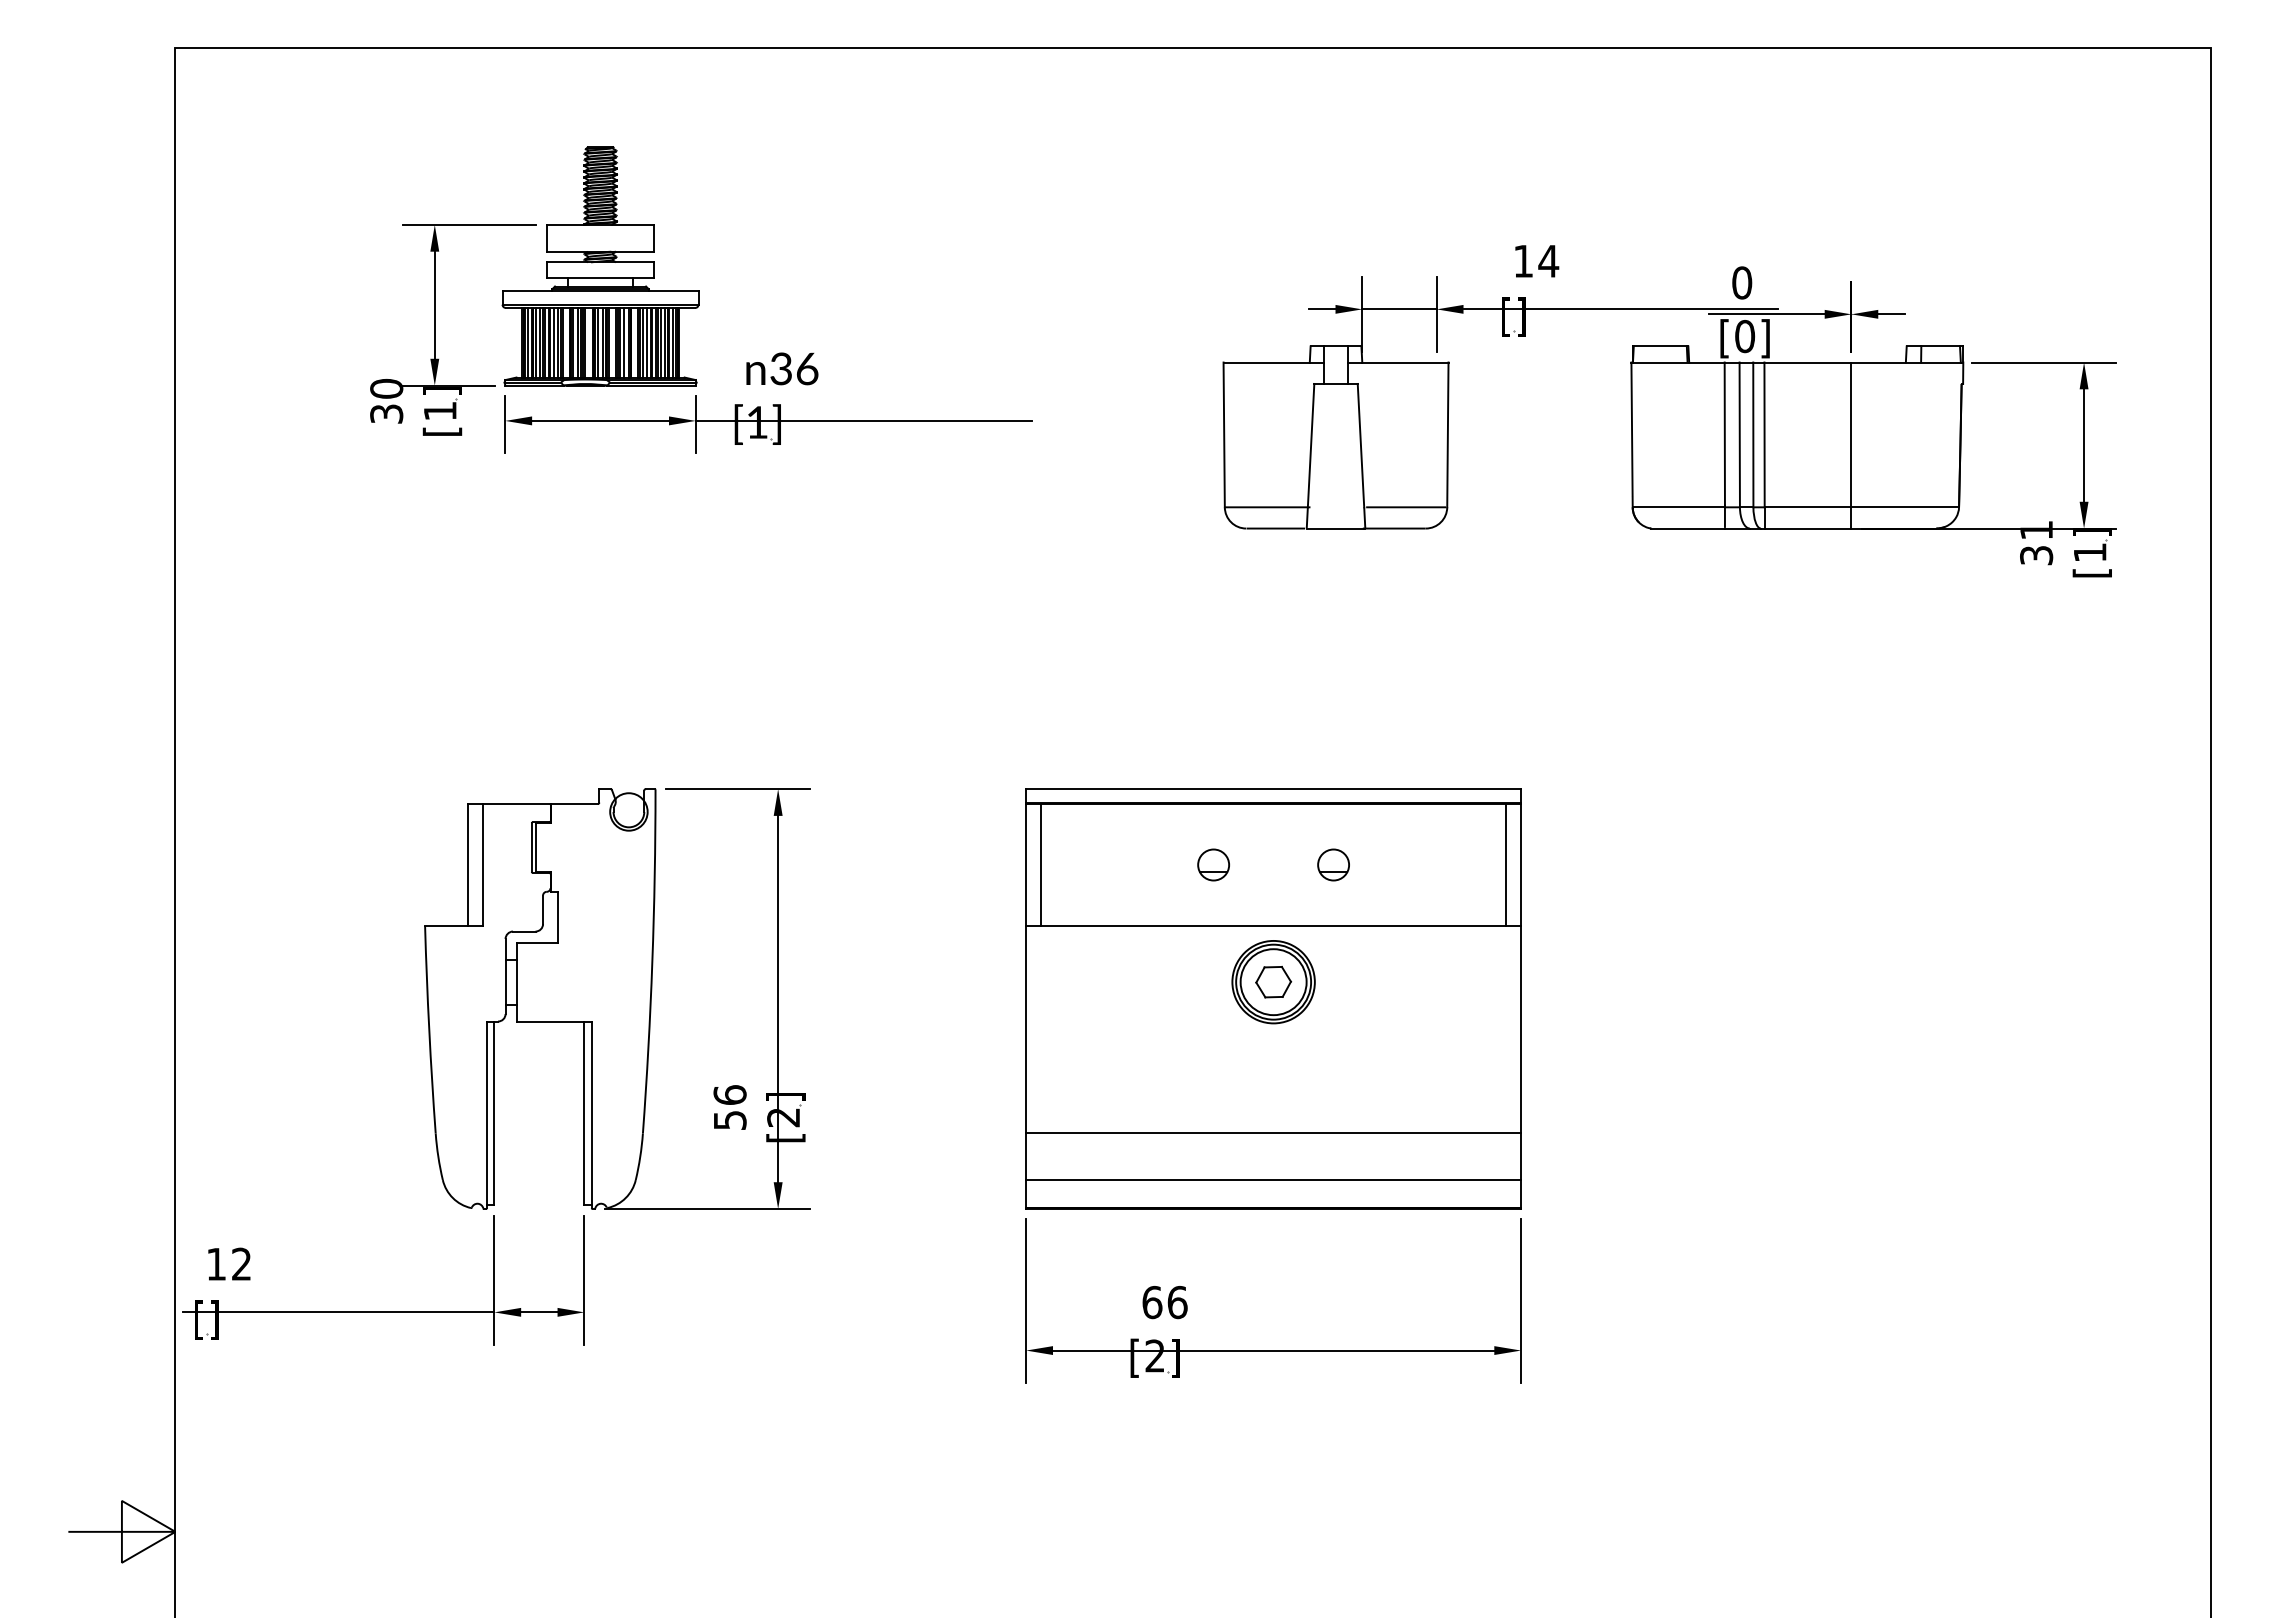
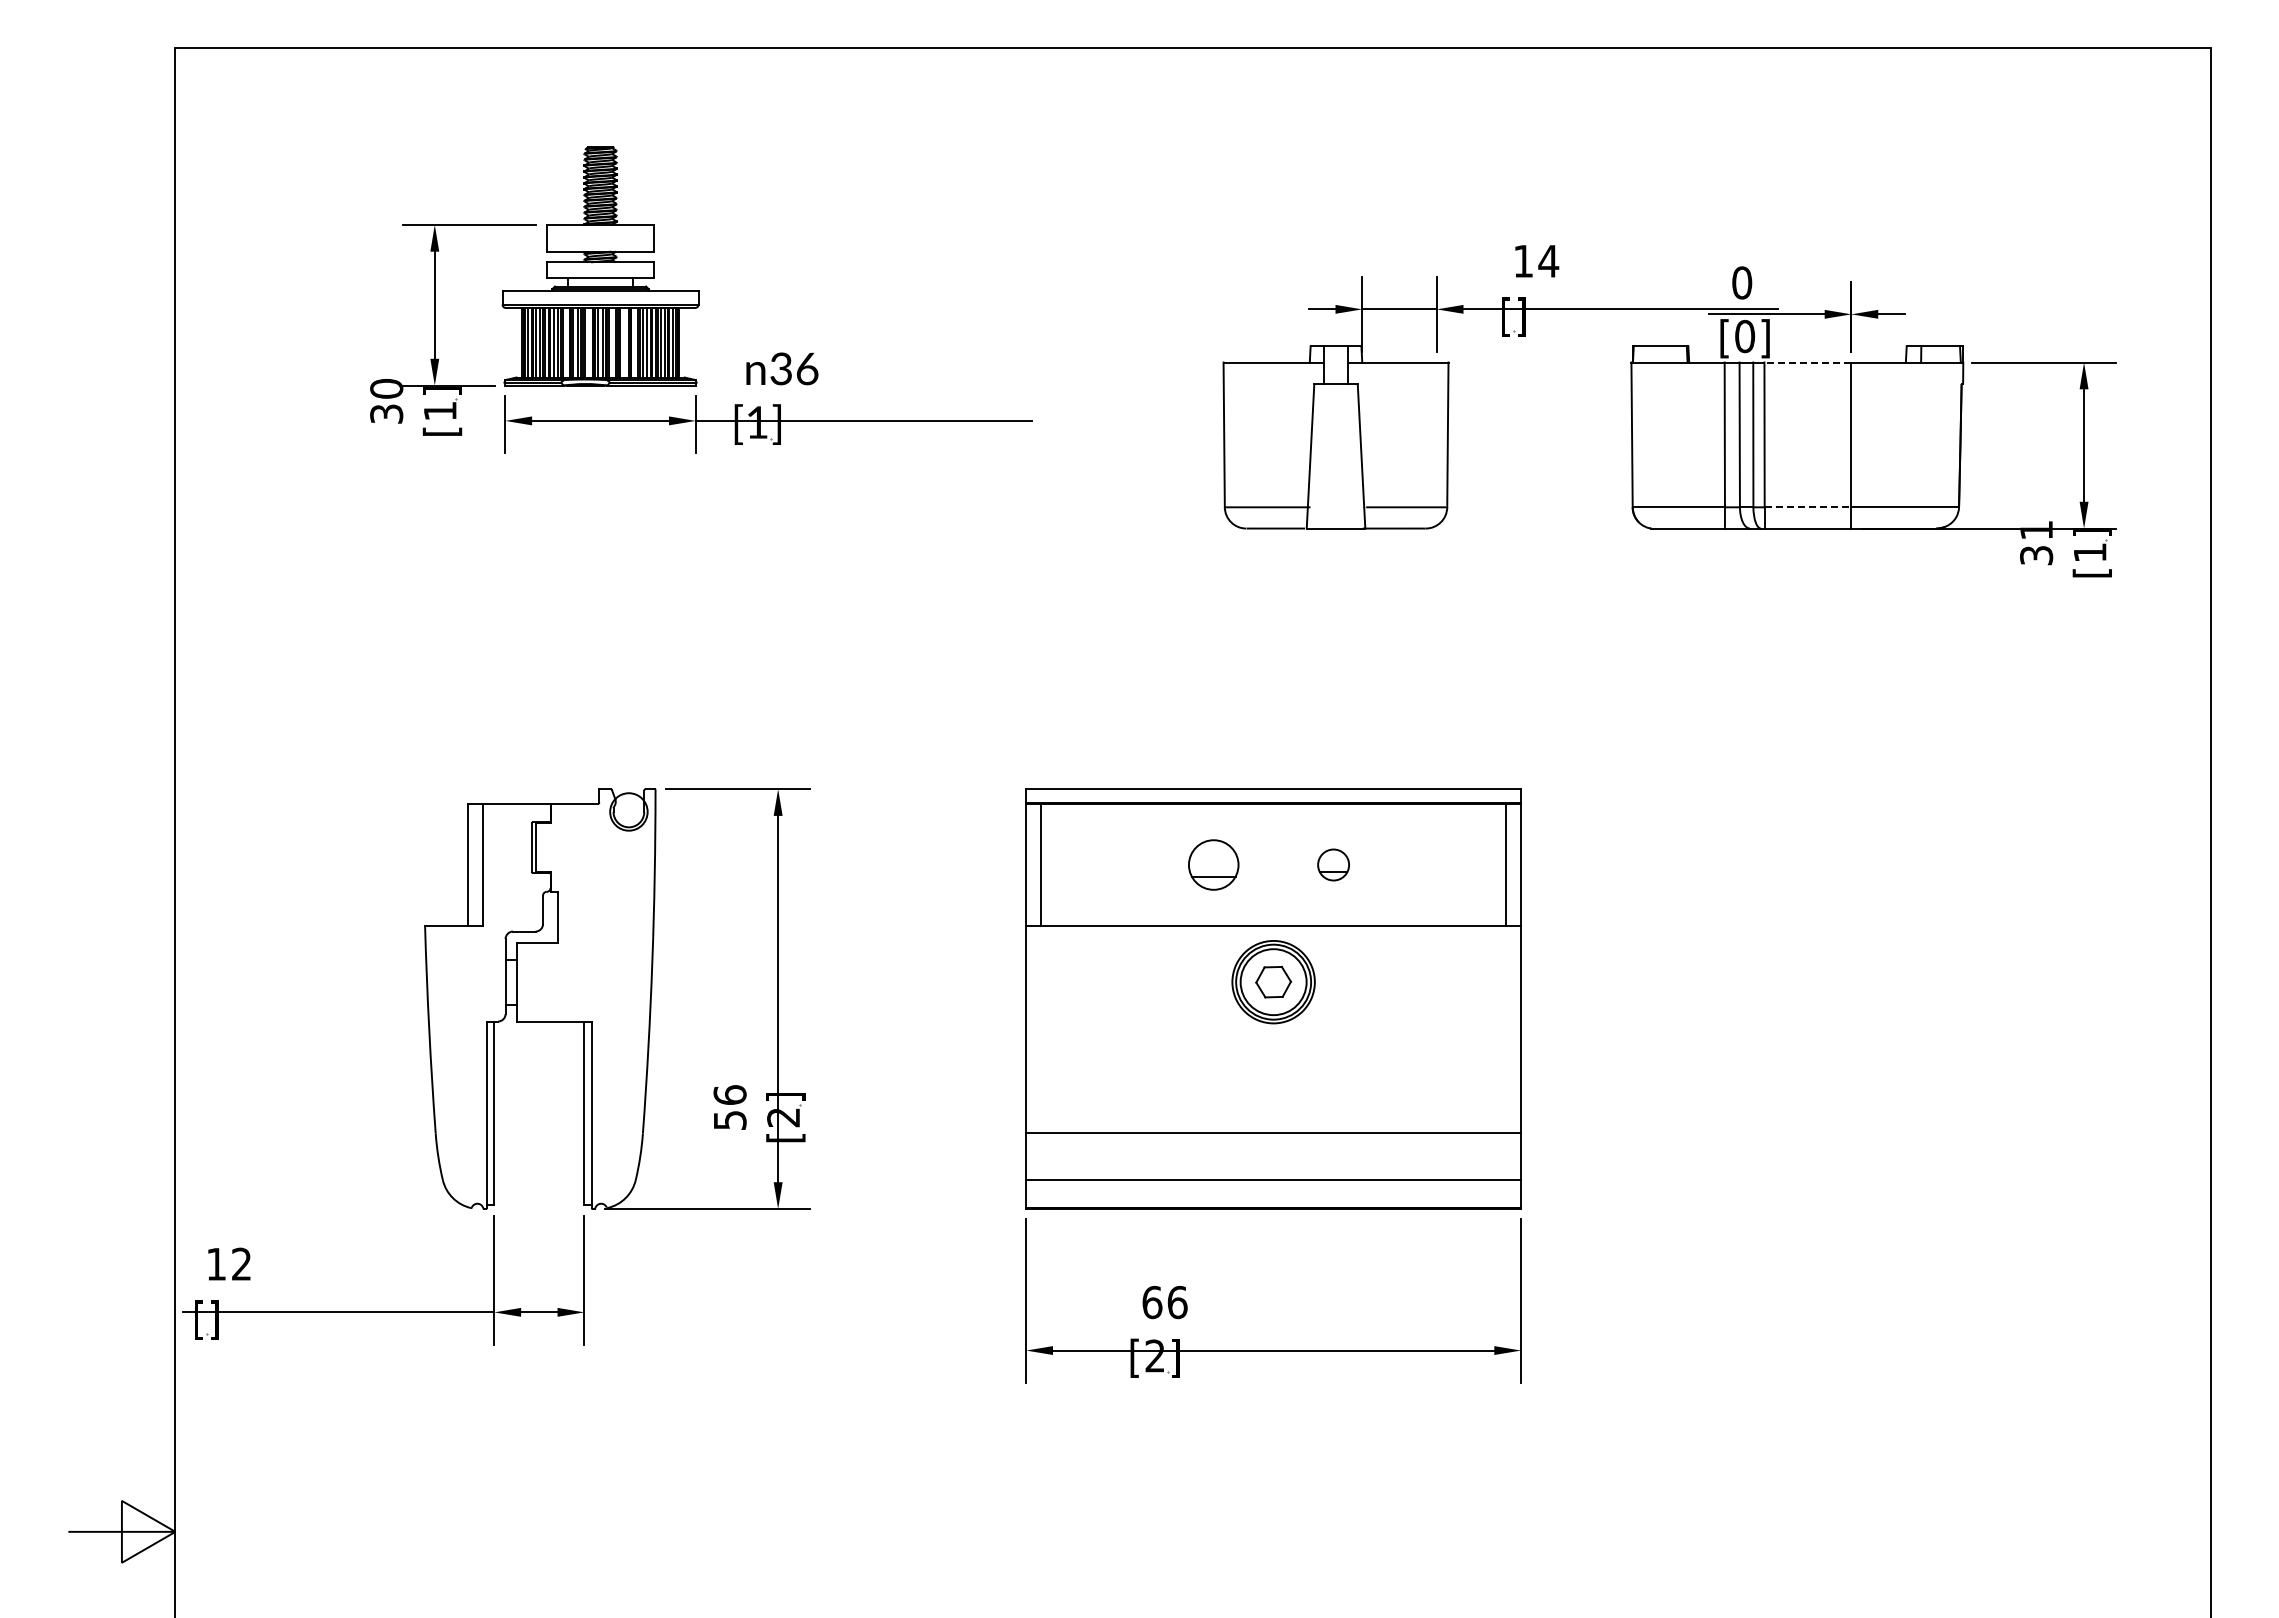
line at (623, 342): present -> none
line at (1807, 362): solid -> dashed
line at (1808, 507): solid -> dashed
part at (1213, 864) size: 33x34 px -> 52x52 px
